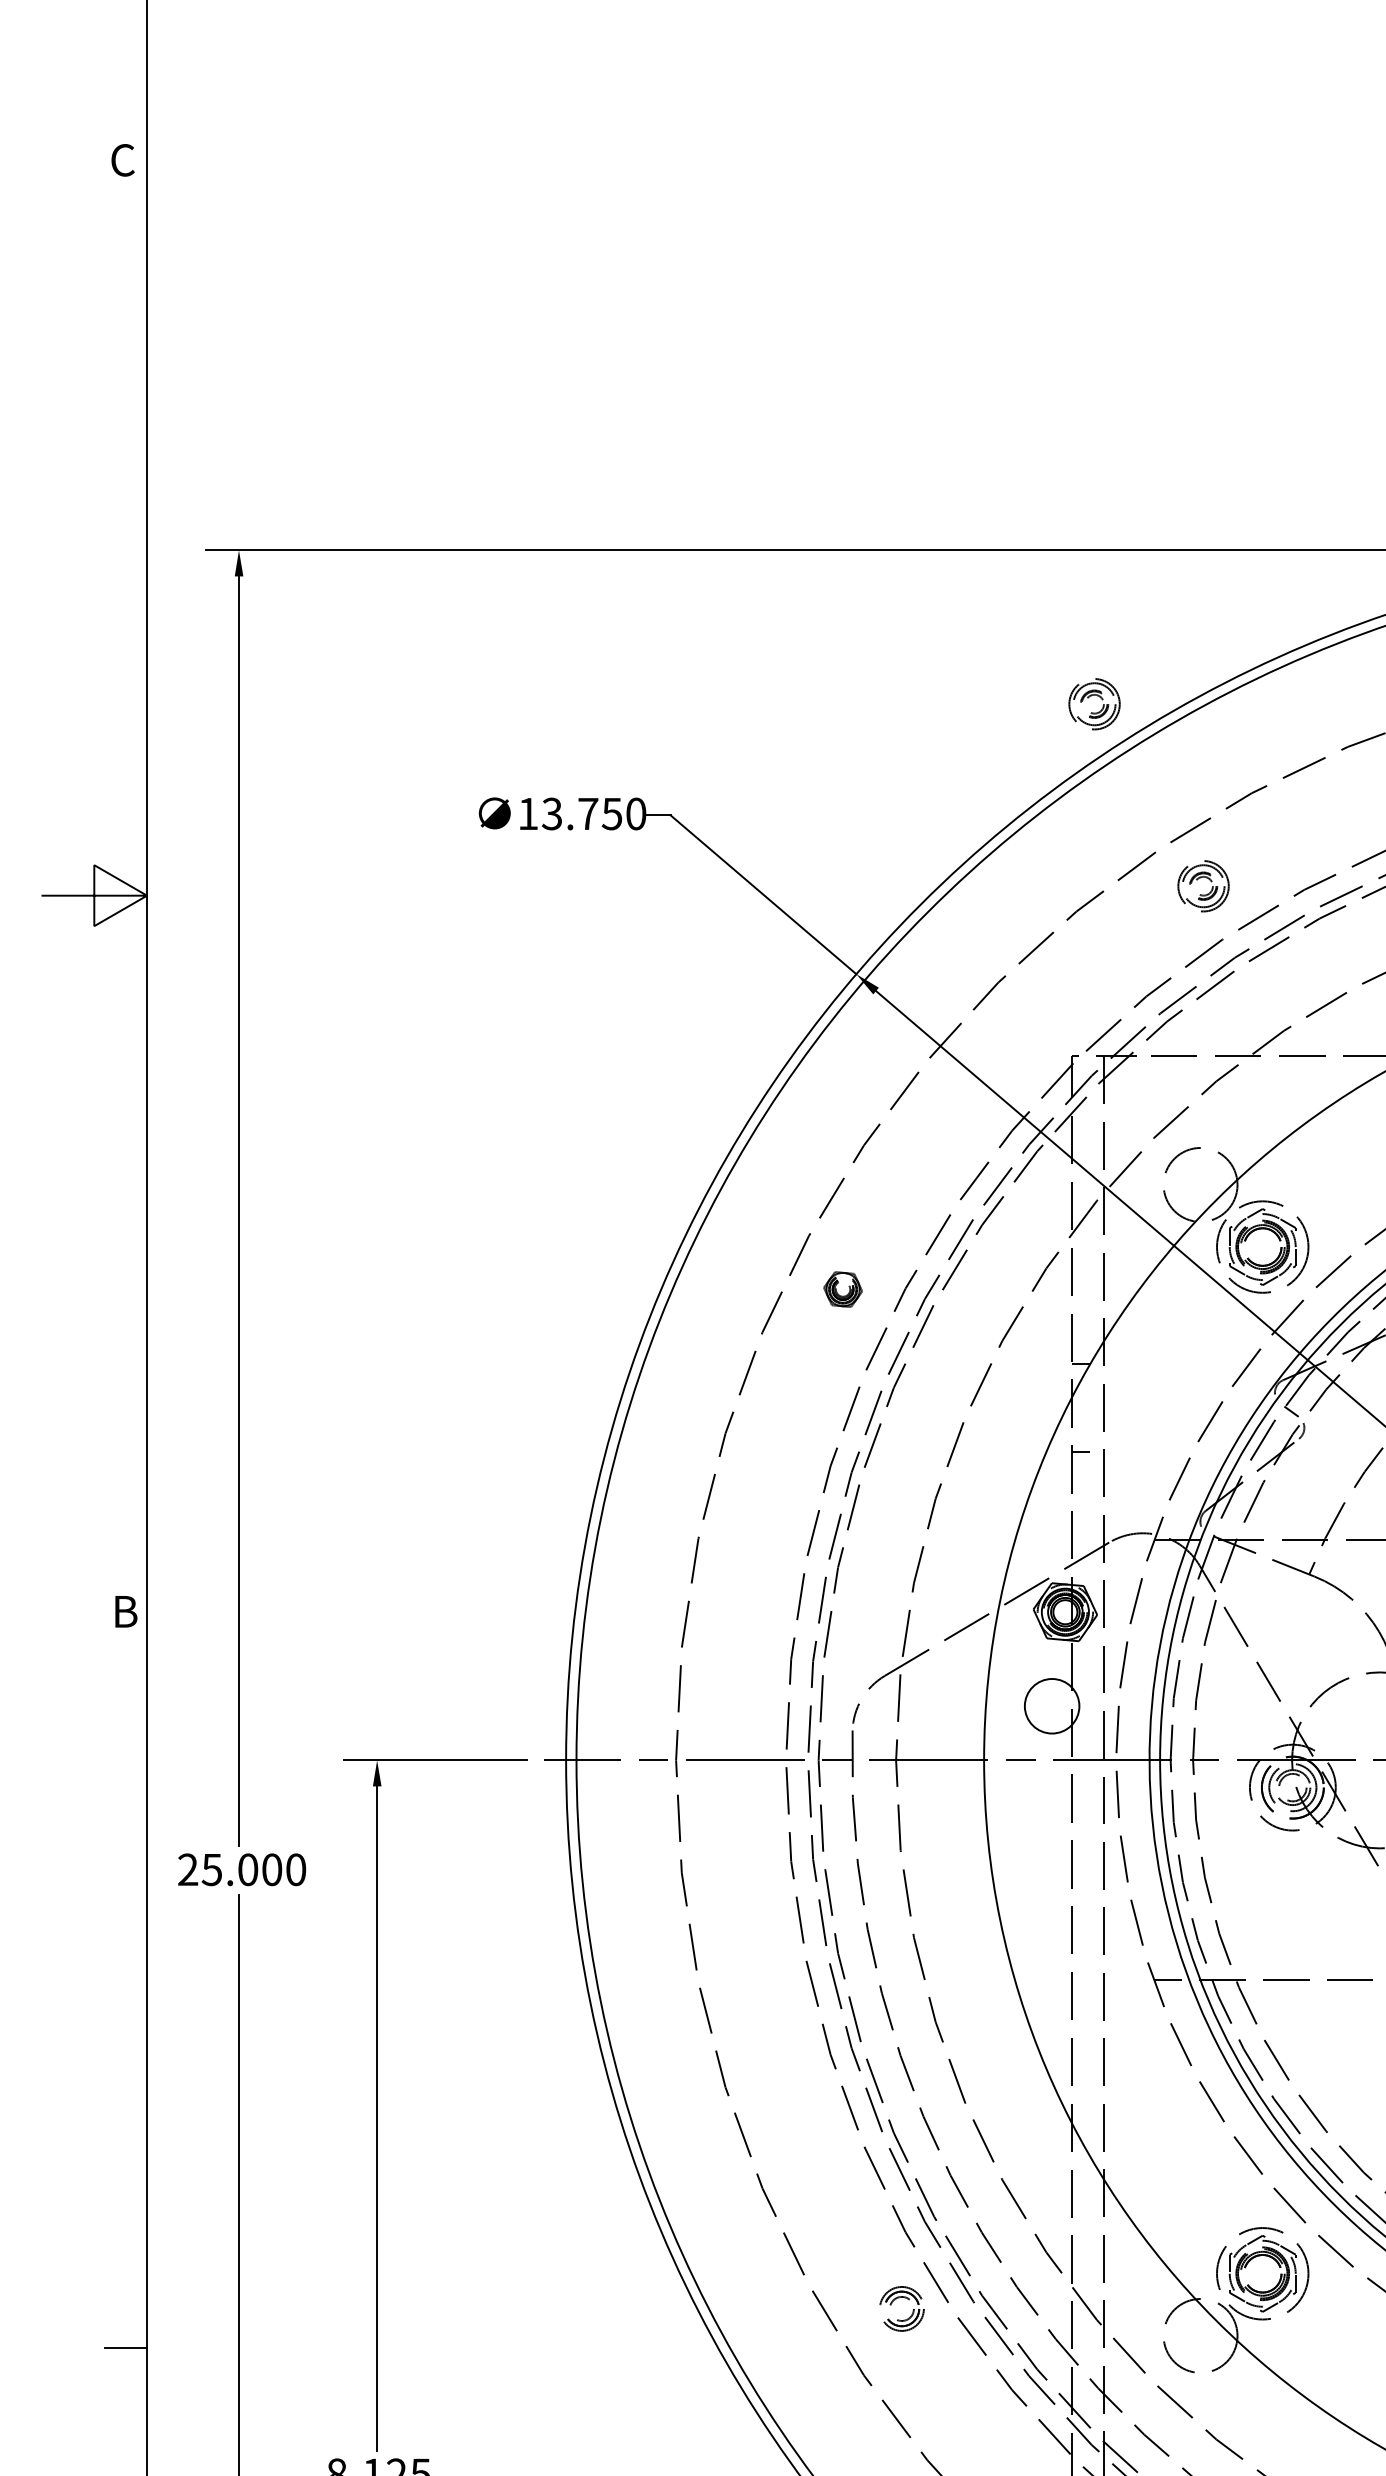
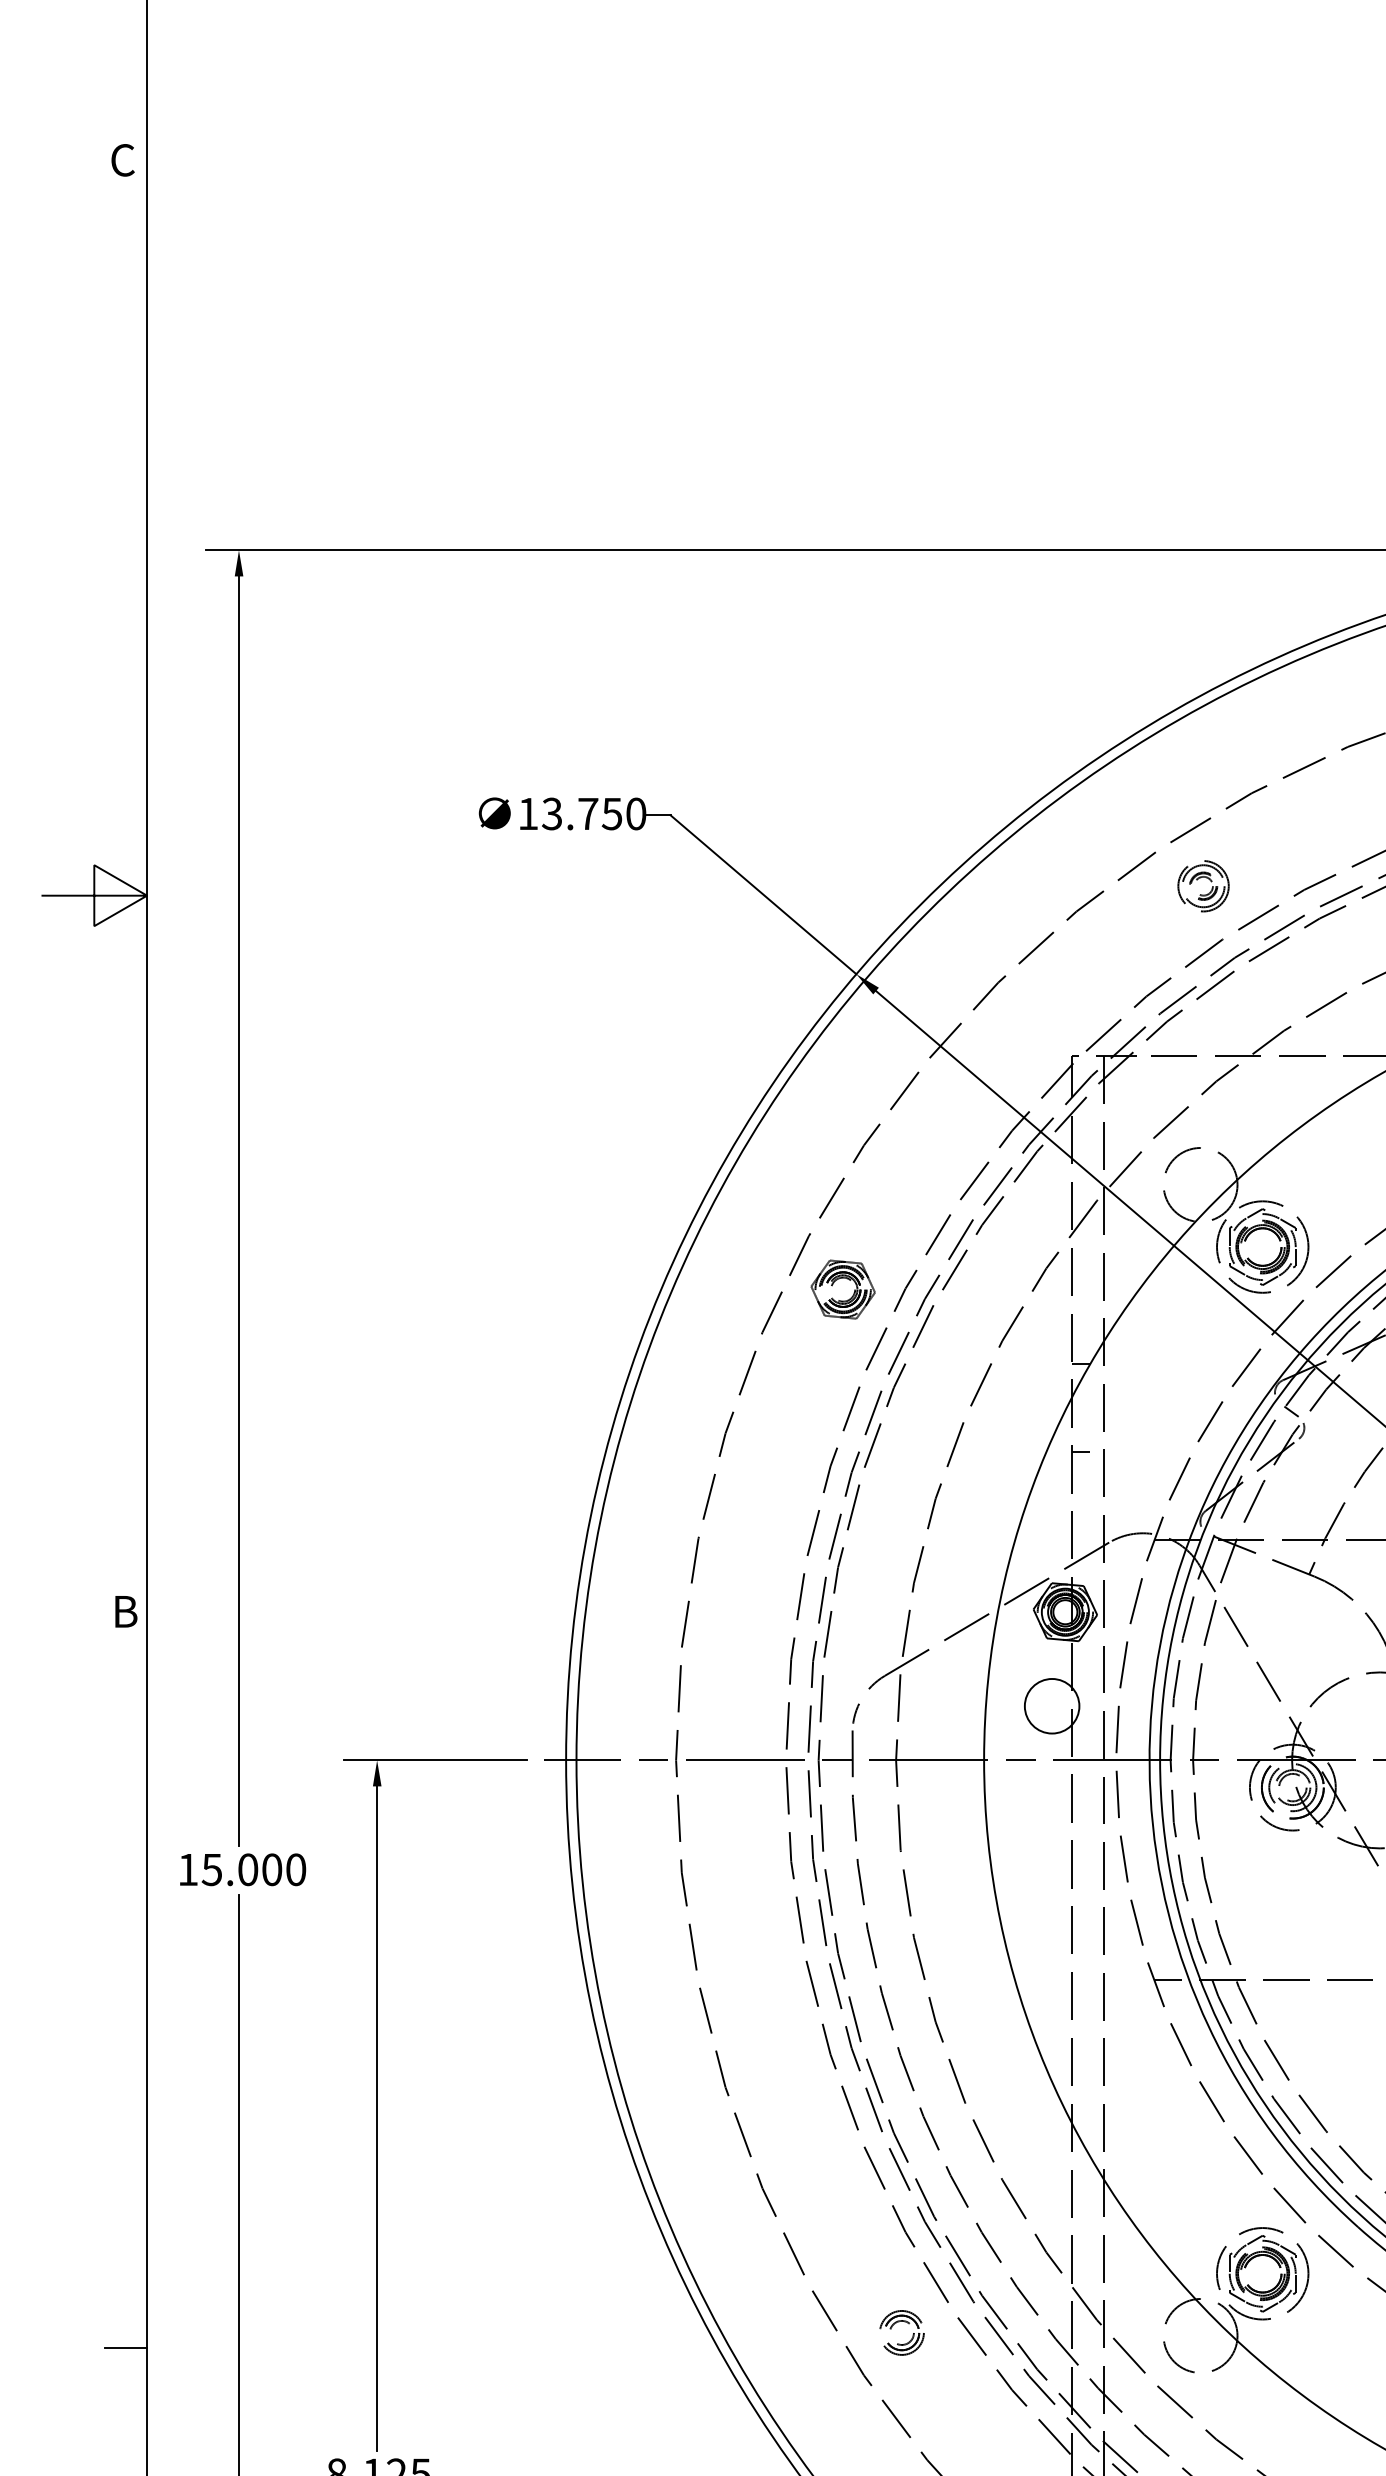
part at (1094, 712): present -> none
part at (842, 1289) size: 40x37 px -> 66x61 px
text at (188, 1869): 25.000 -> 15.000
part at (899, 2298) position: (899, 2298) -> (899, 2322)
